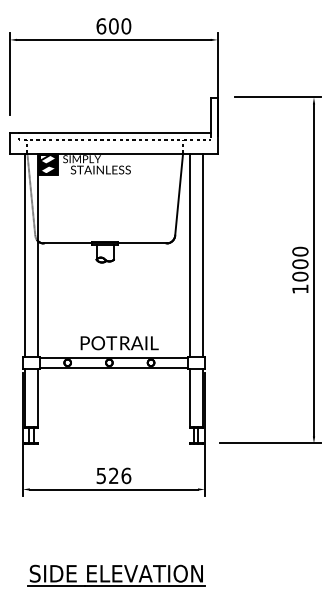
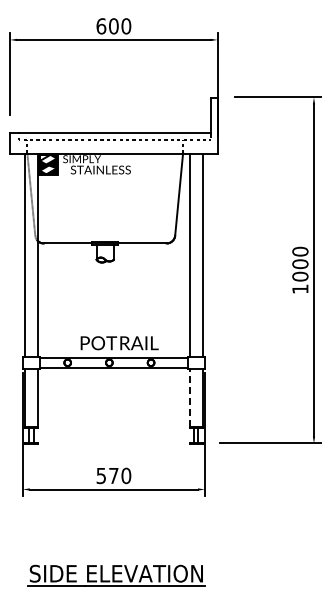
line at (189, 397): solid -> dashed
text at (120, 475): 526 -> 570
